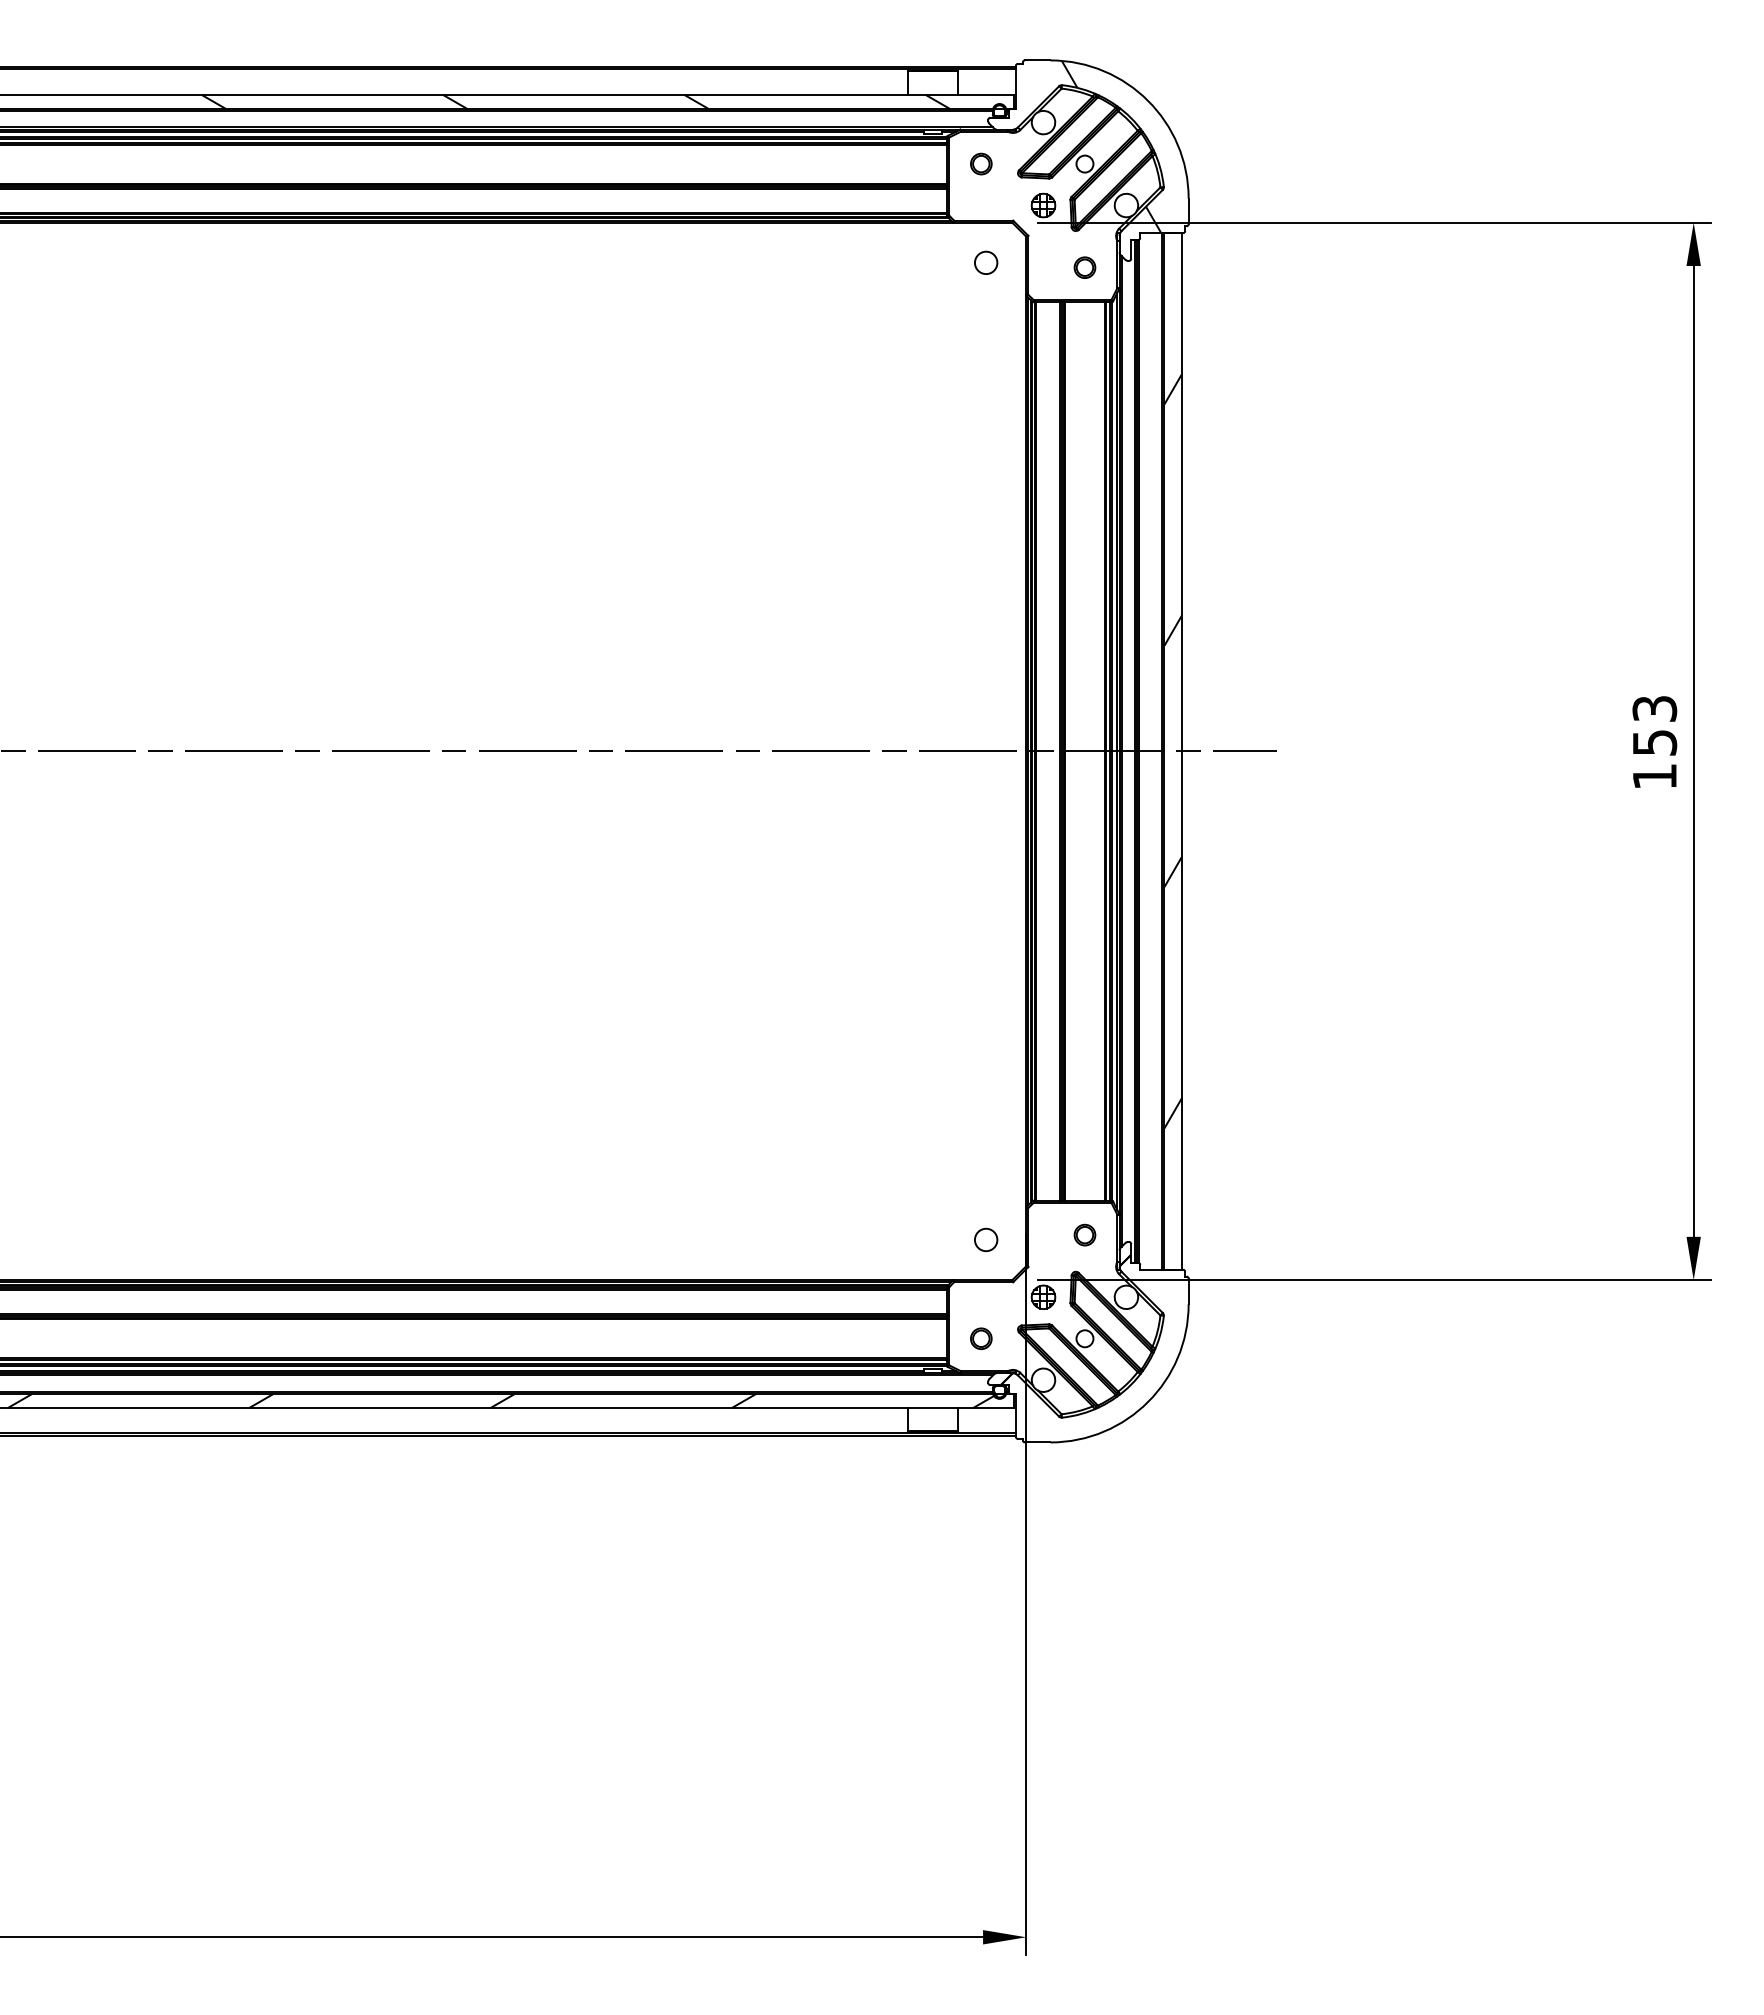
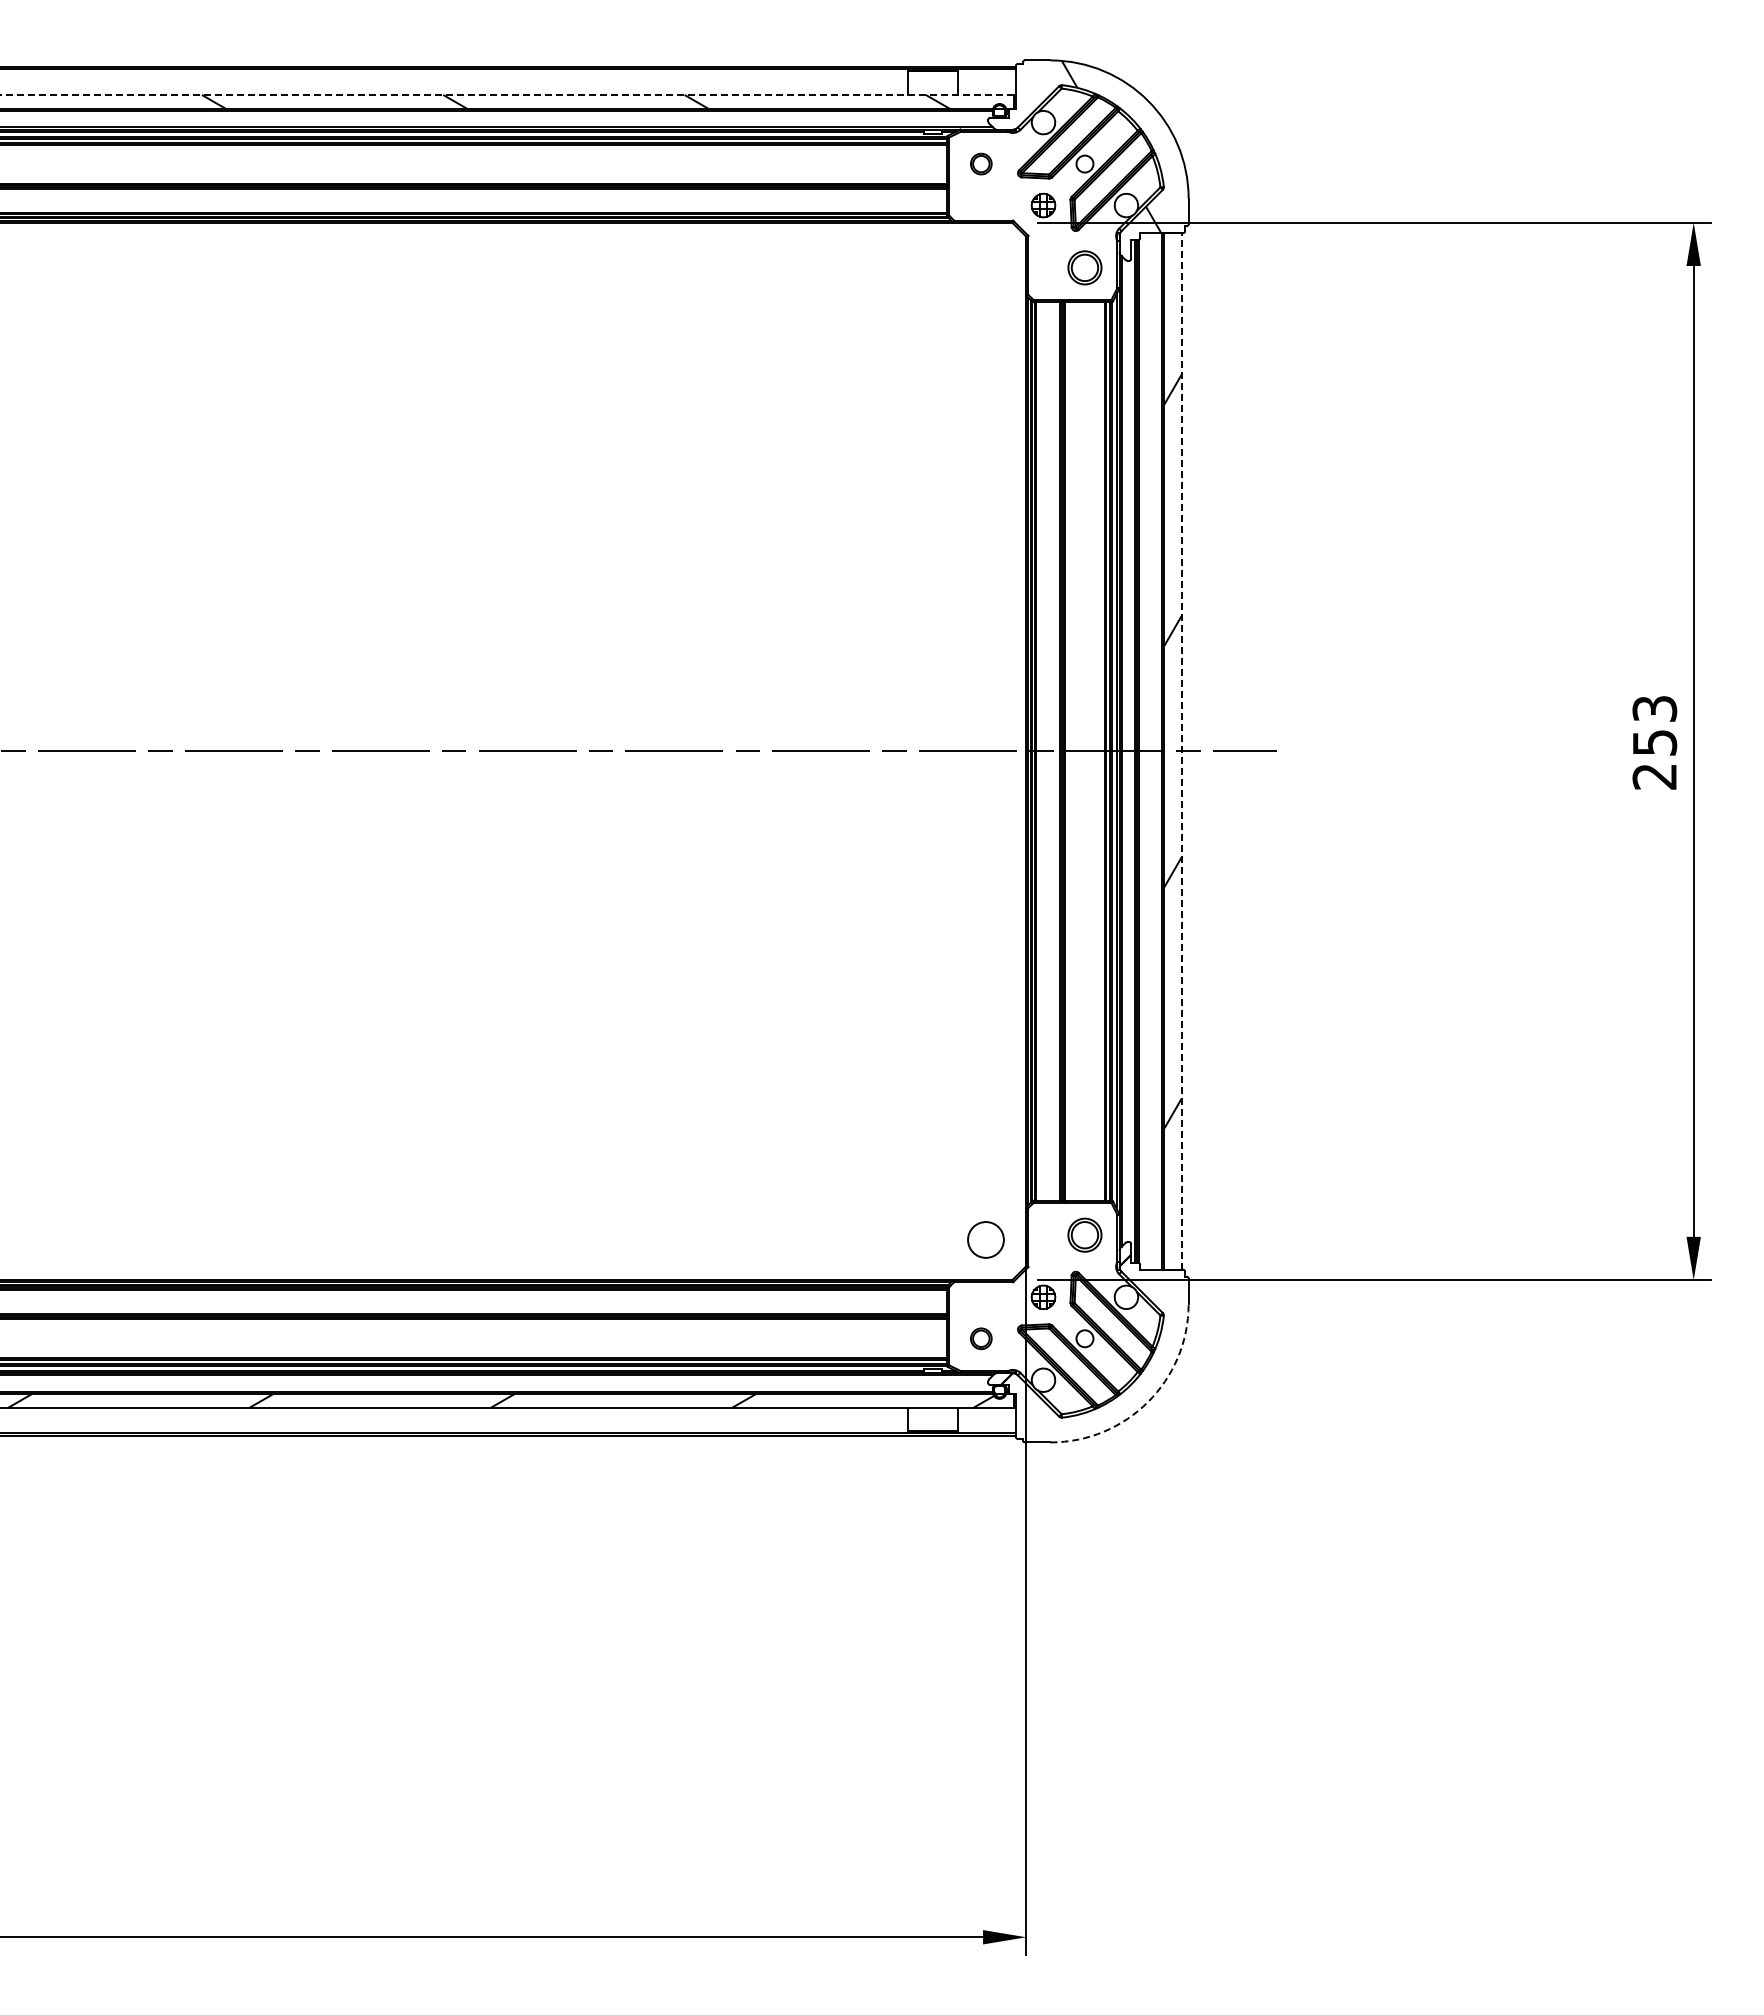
line at (507, 94): solid -> dashed
circle at (986, 262): present -> none
part at (1084, 267) size: 24x23 px -> 36x36 px
line at (1181, 750): solid -> dashed
text at (1654, 776): 153 -> 253
part at (1084, 1234) size: 24x24 px -> 36x36 px
circle at (986, 1239) size: 25x26 px -> 38x38 px
arc at (1148, 1401): solid -> dashed
